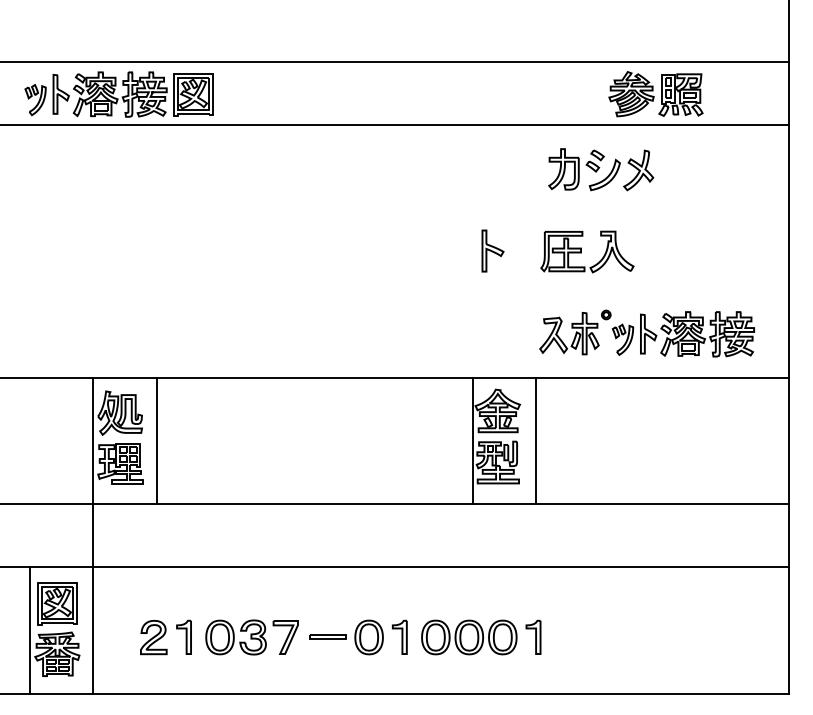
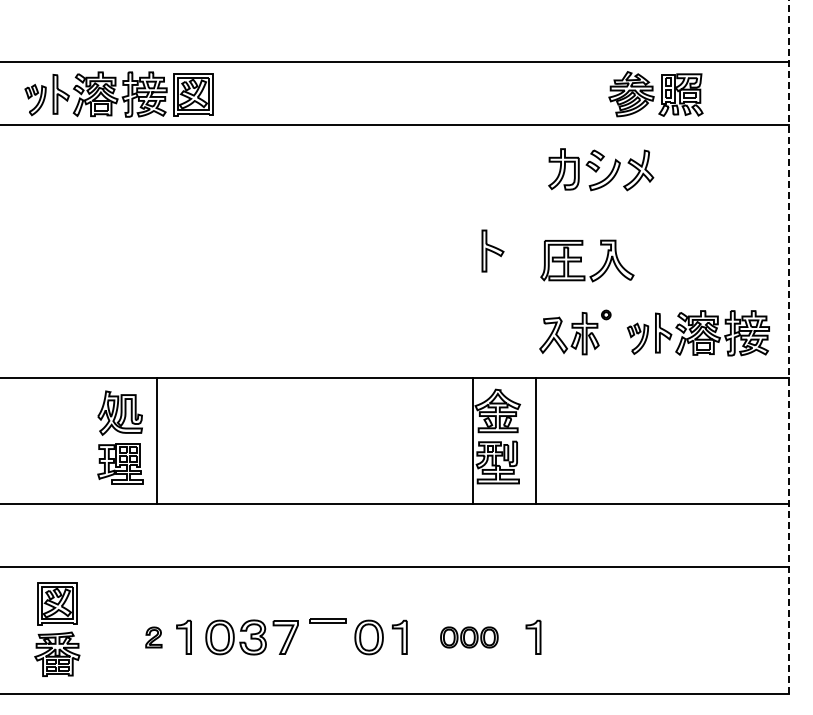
part at (587, 251) position: (587, 251) -> (587, 260)
part at (682, 334) position: (682, 334) -> (697, 333)
line at (788, 346): solid -> dashed
line at (93, 535): present -> none
line at (30, 630): present -> none
part at (327, 636) position: (327, 636) -> (327, 620)
part at (153, 637) size: 28x37 px -> 18x23 px
part at (469, 637) size: 97x37 px -> 59x23 px
